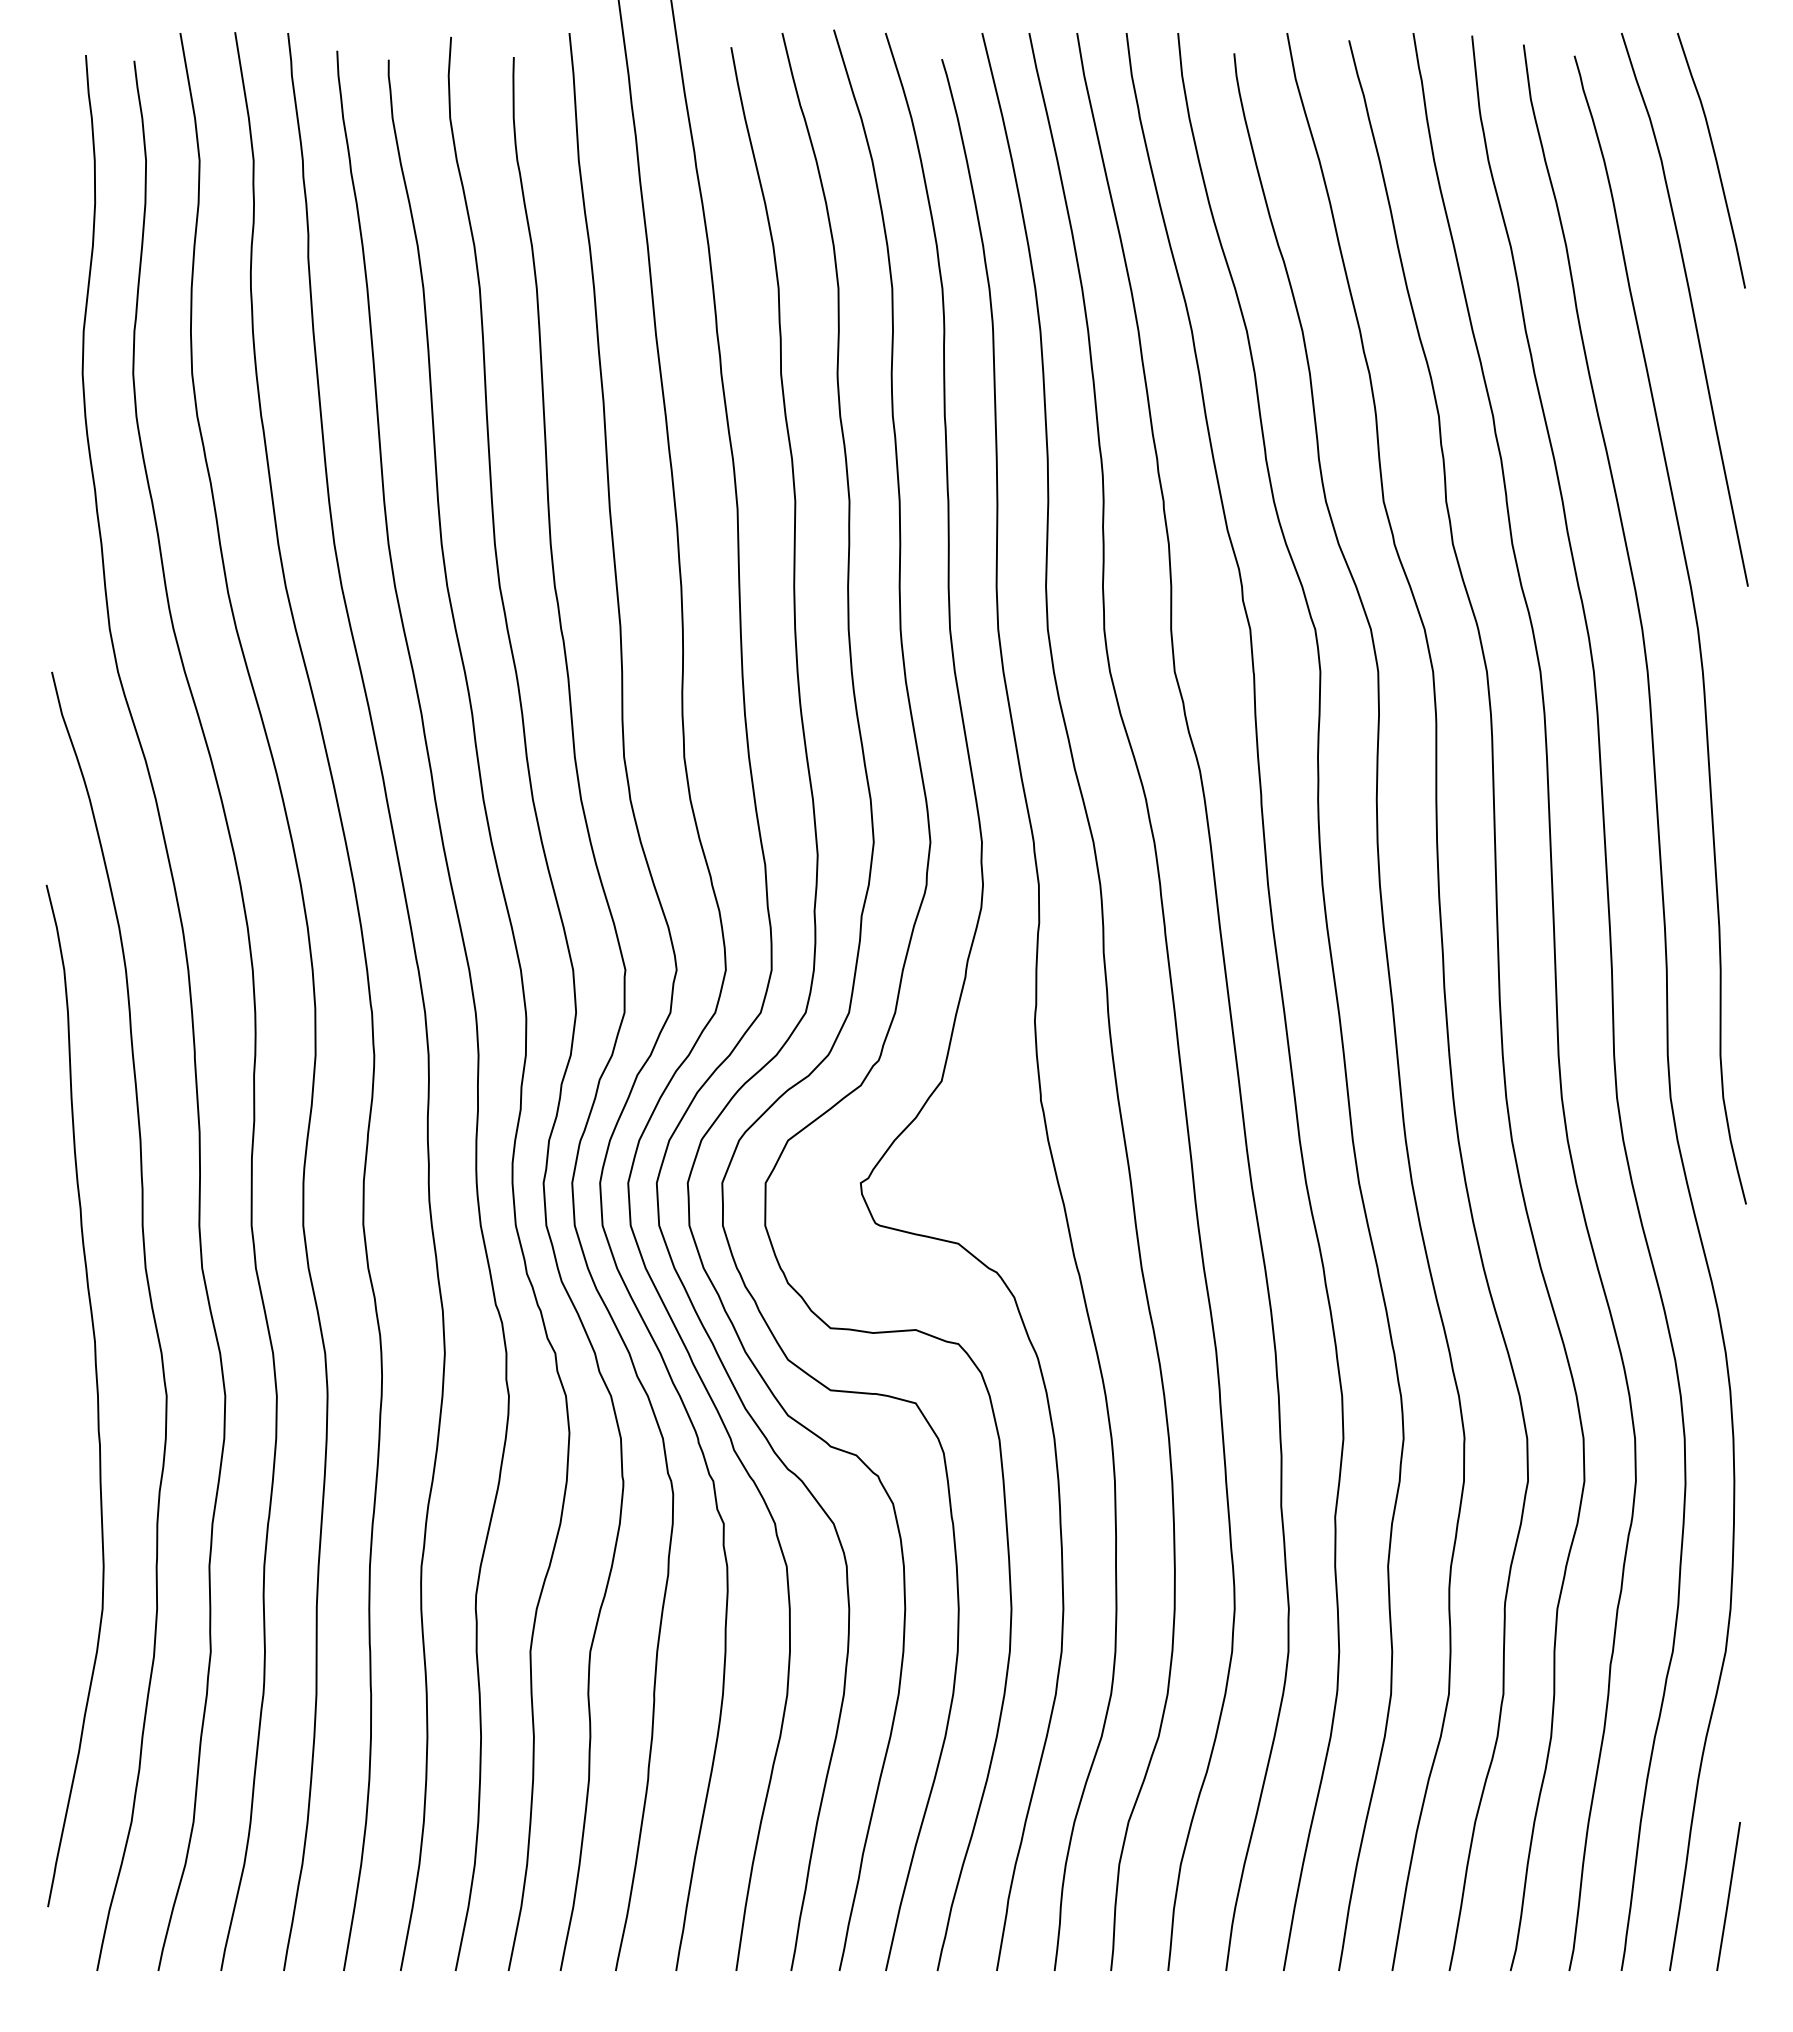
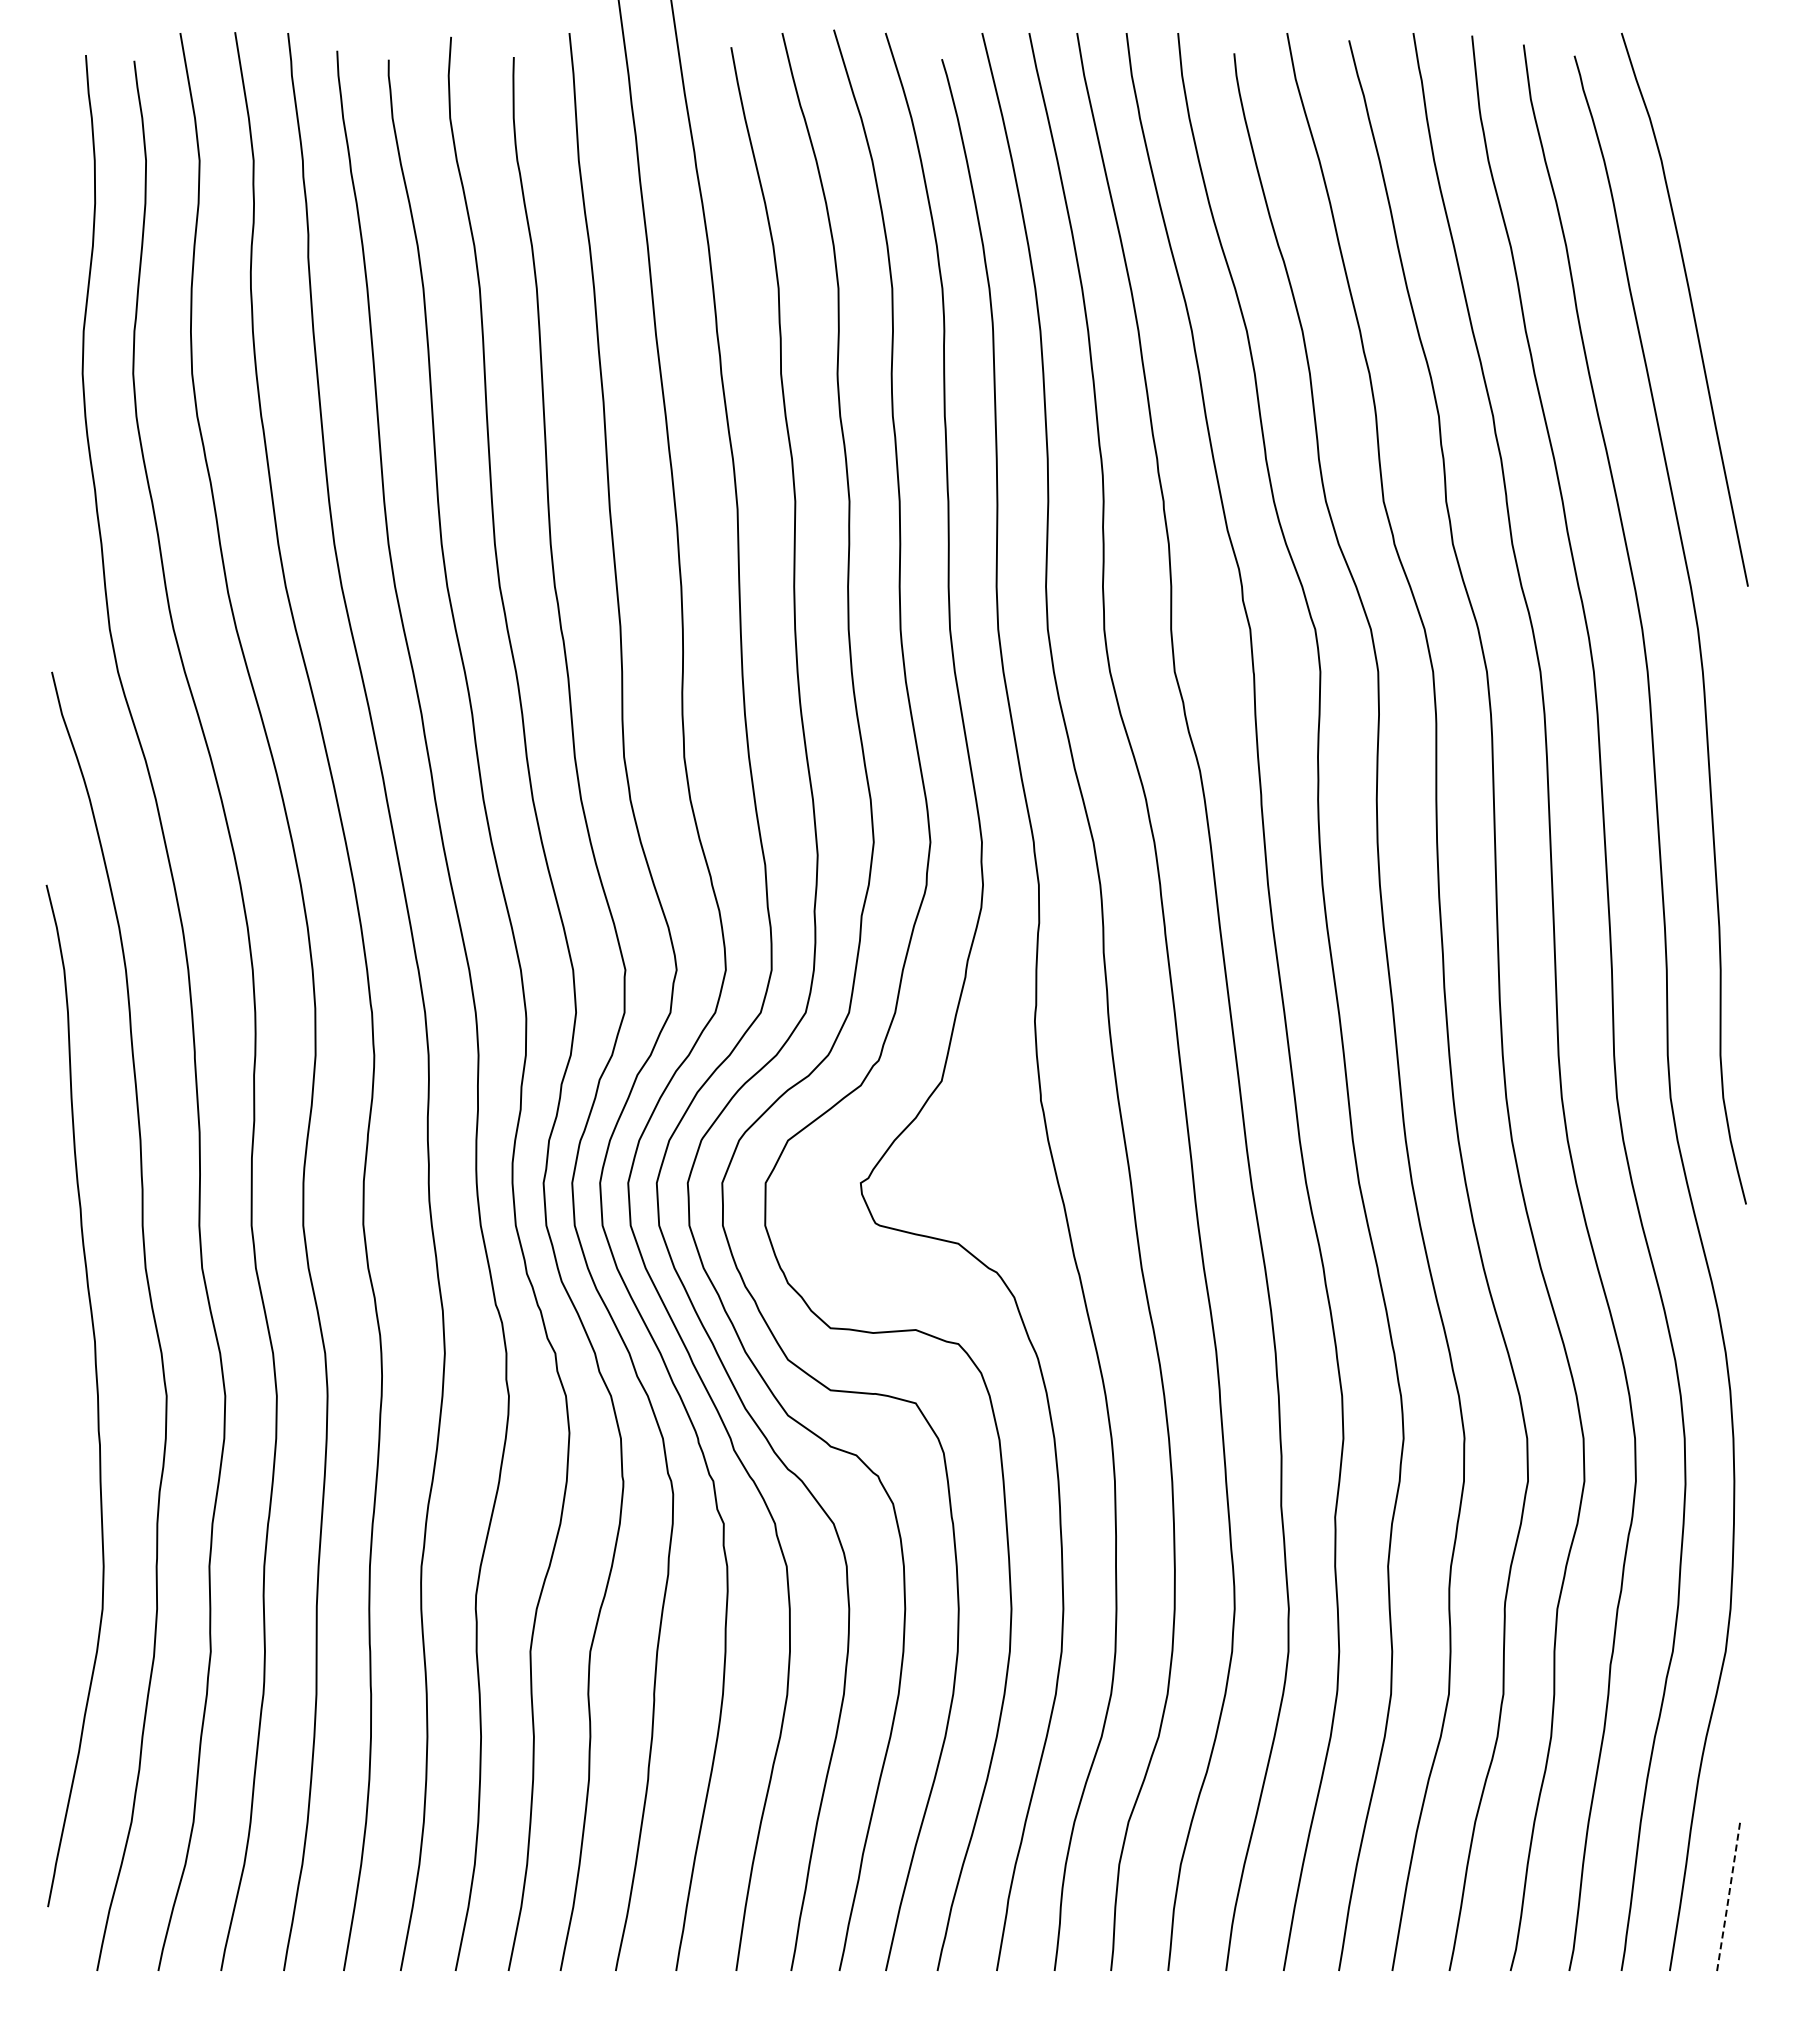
curve at (1715, 160): present -> none
line at (1728, 1896): solid -> dashed
